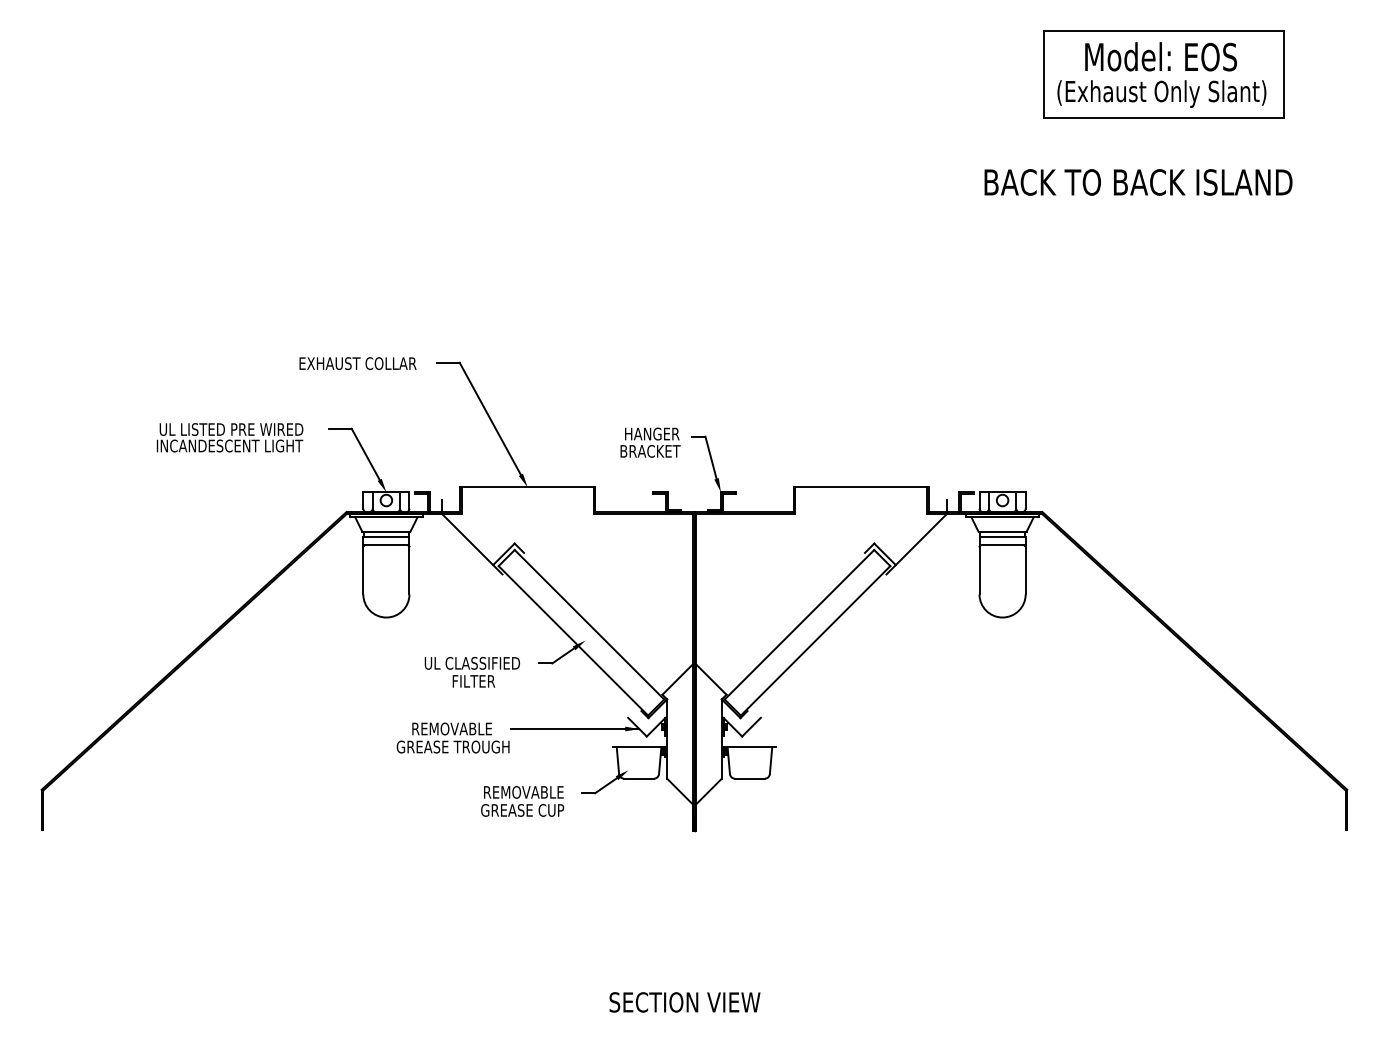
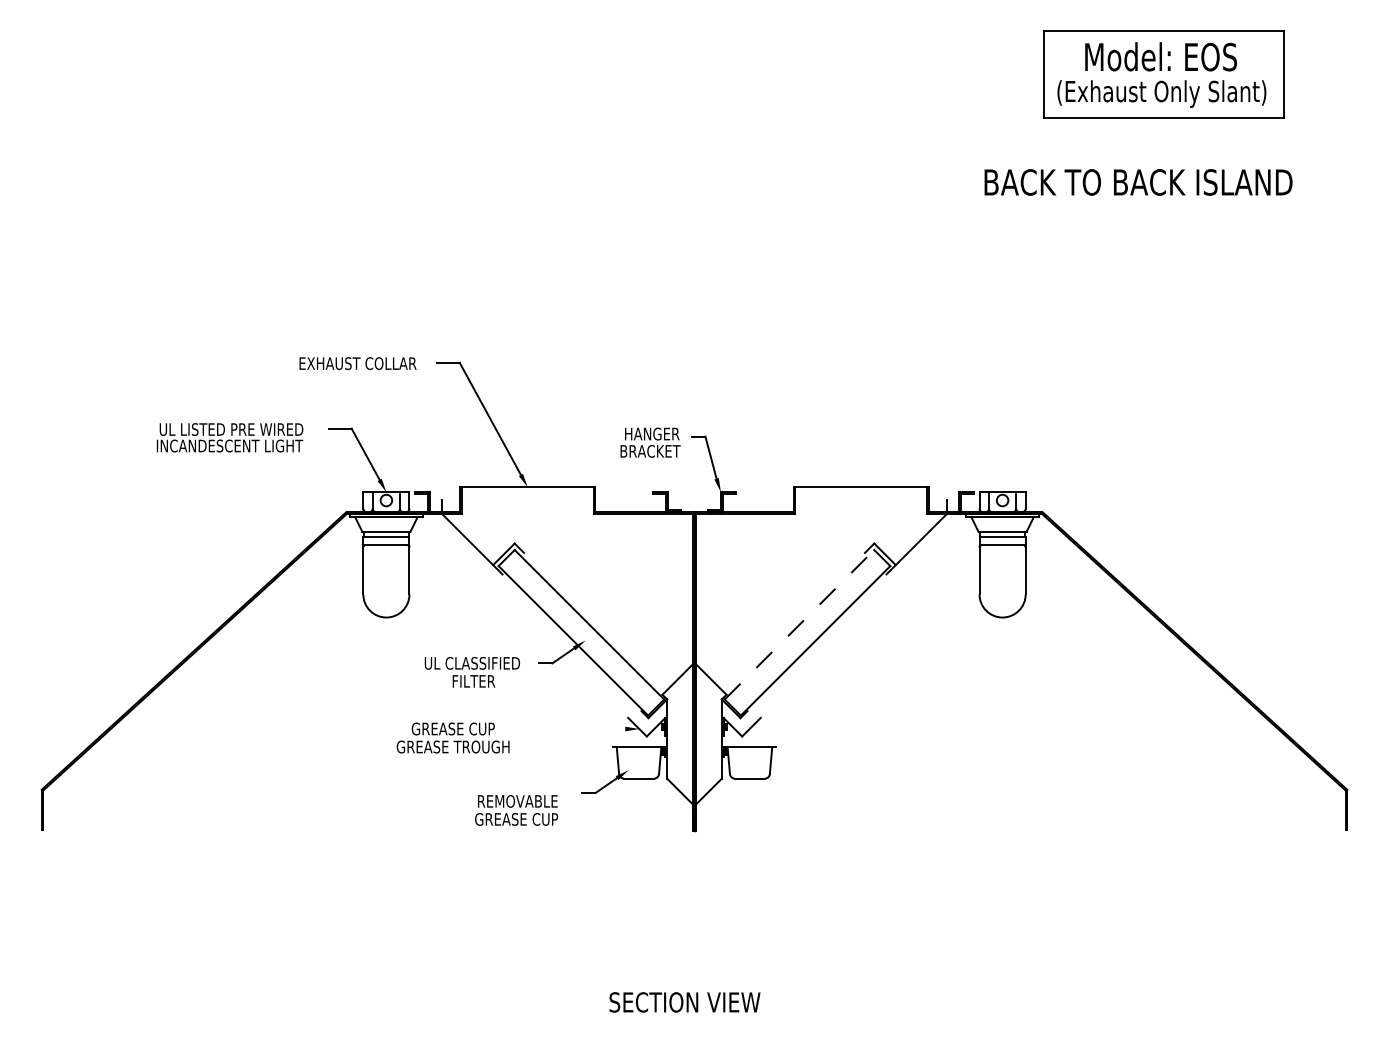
line at (799, 624): solid -> dashed
text at (452, 728): REMOVABLE -> GREASE CUP
line at (574, 729): present -> none
text at (522, 801) position: (522, 801) -> (516, 810)
